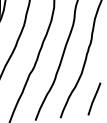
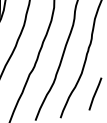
line at (94, 98) position: (94, 98) -> (95, 93)
